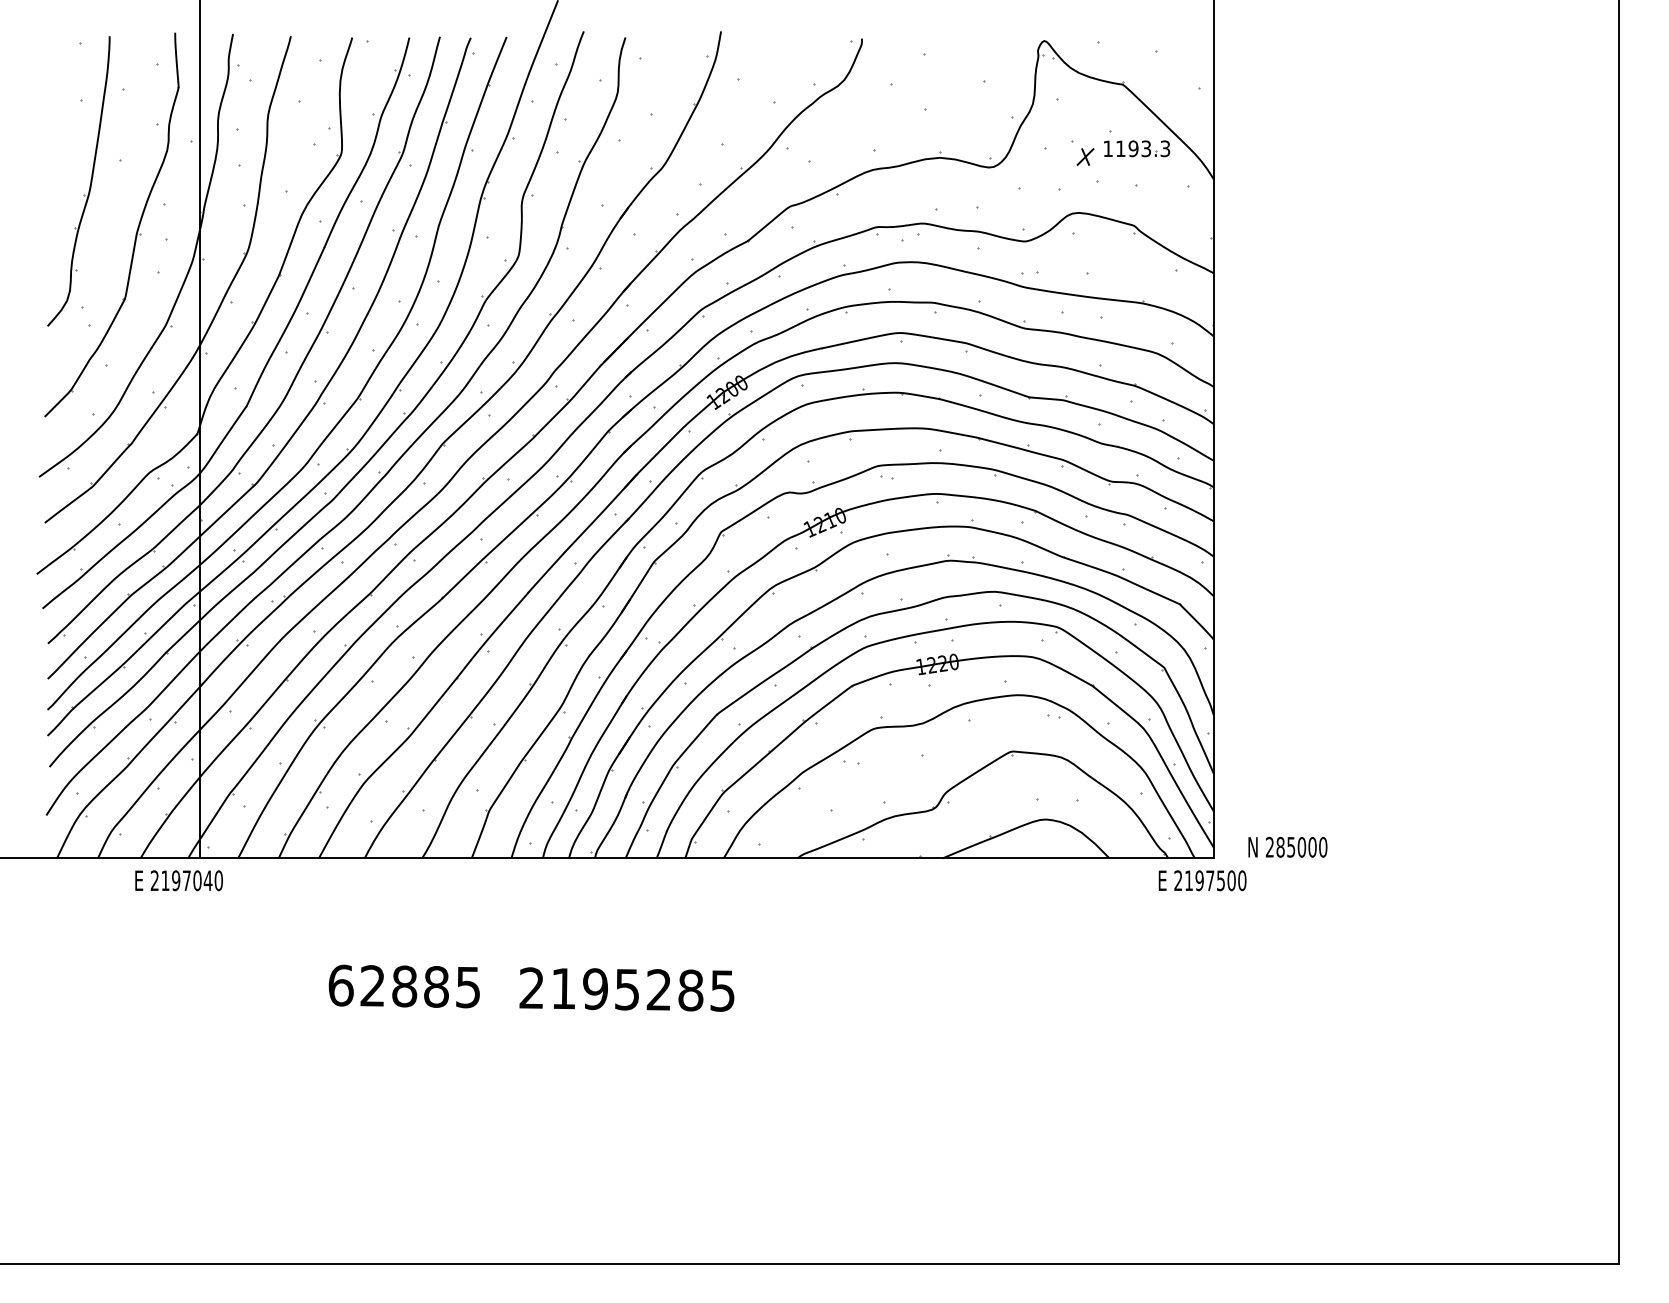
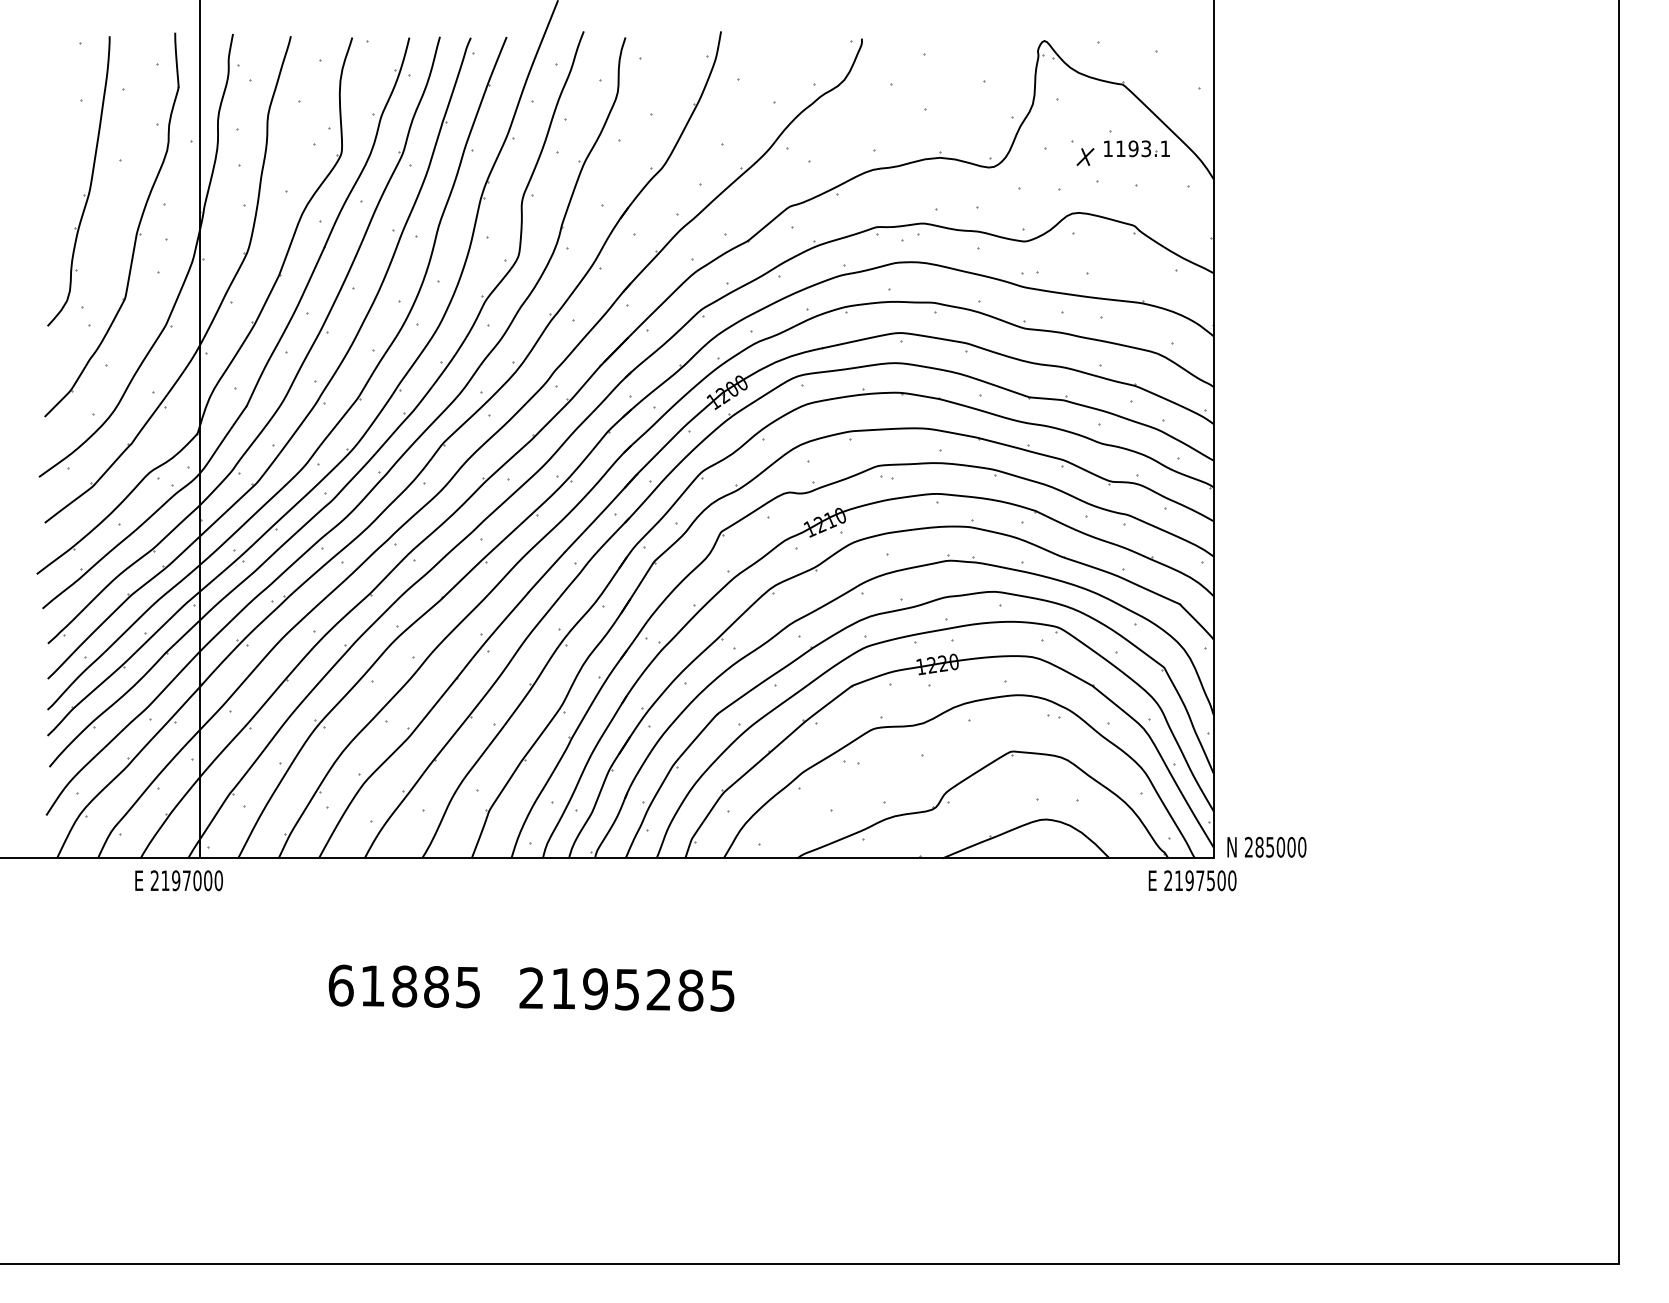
text at (1165, 148): 1193.3 -> 1193.1
text at (1287, 846) position: (1287, 846) -> (1266, 846)
text at (207, 880): 2197040 -> 2197000
text at (1202, 880) position: (1202, 880) -> (1192, 880)
text at (372, 985): 62885 -> 61885
